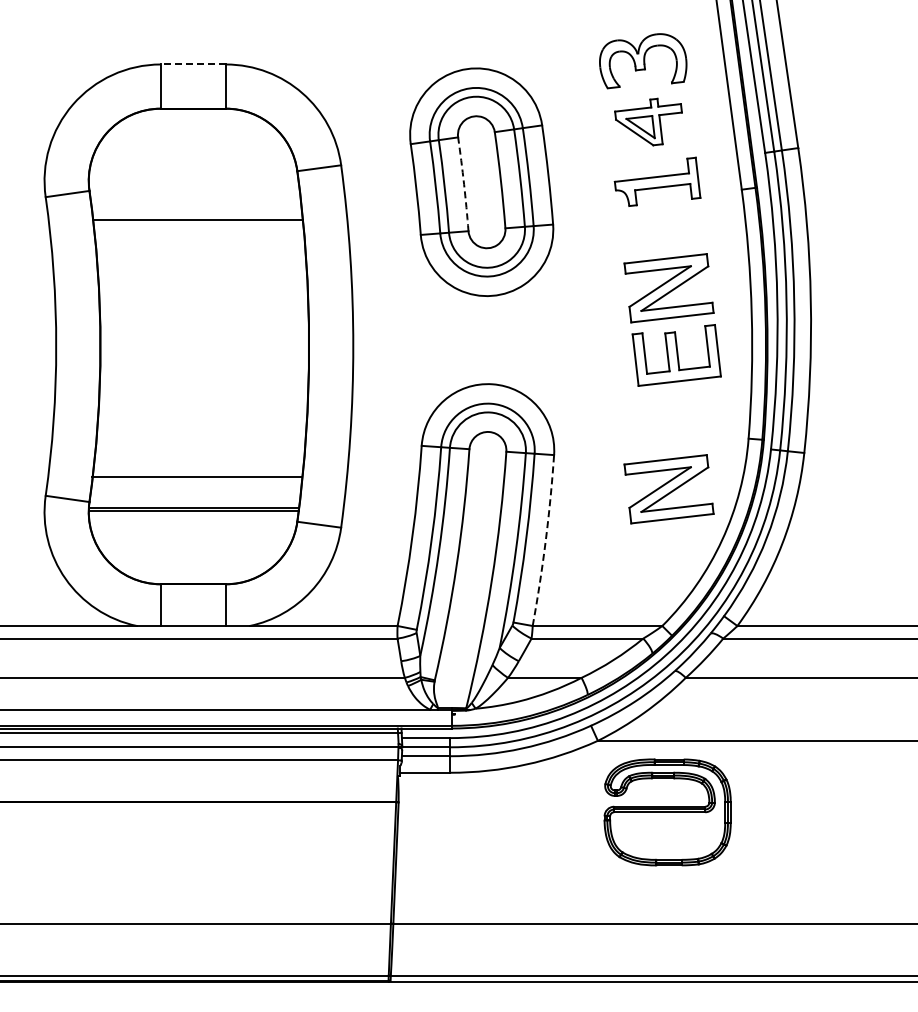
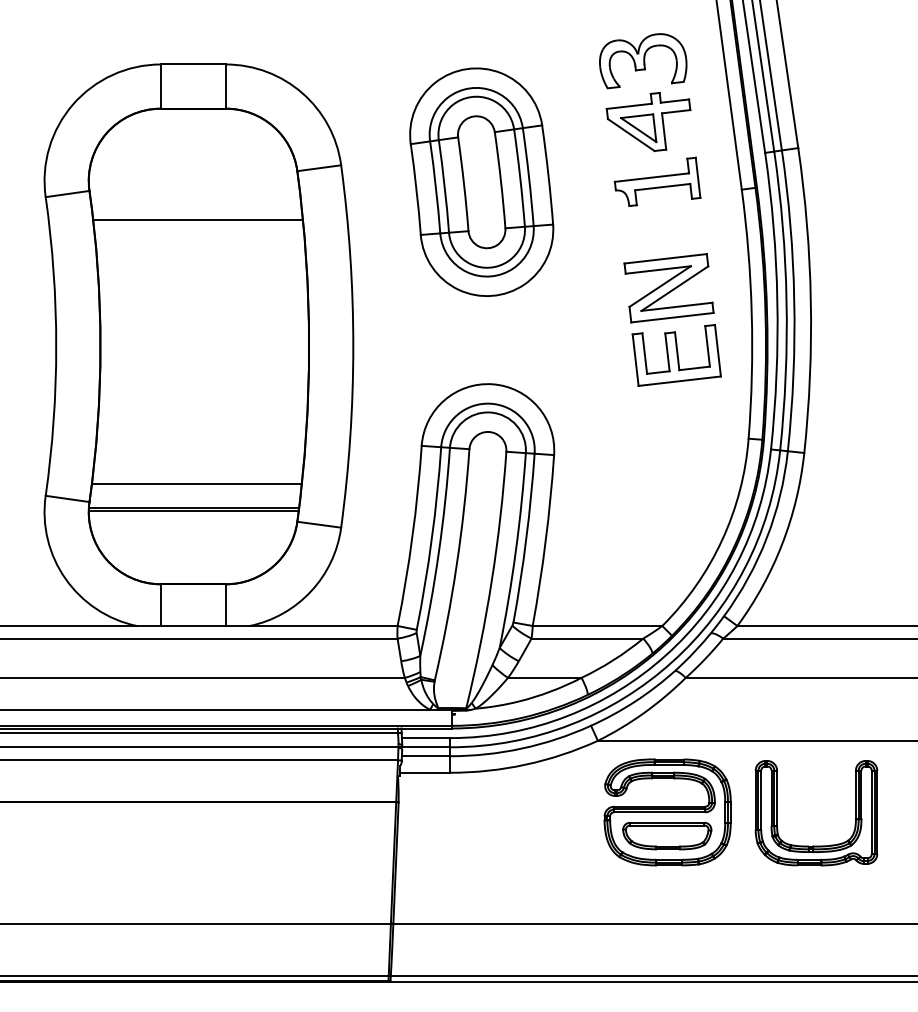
line at (193, 64): dashed -> solid
part at (648, 121) size: 69x50 px -> 87x61 px
arc at (464, 184): dashed -> solid
line at (196, 476) position: (196, 476) -> (196, 483)
part at (668, 489): present -> none
arc at (545, 540): dashed -> solid
part at (667, 835): none -> present
part at (816, 845): none -> present
